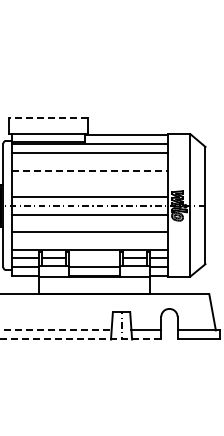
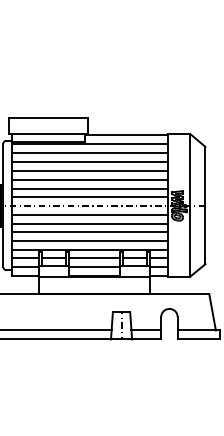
line at (47, 118): dashed -> solid
line at (89, 161): none -> present
line at (89, 170): dashed -> solid
line at (89, 179): none -> present
line at (89, 188): none -> present
line at (89, 223): none -> present
line at (89, 241): none -> present
line at (93, 258): none -> present
line at (56, 330): dashed -> solid
line at (80, 339): dashed -> solid
